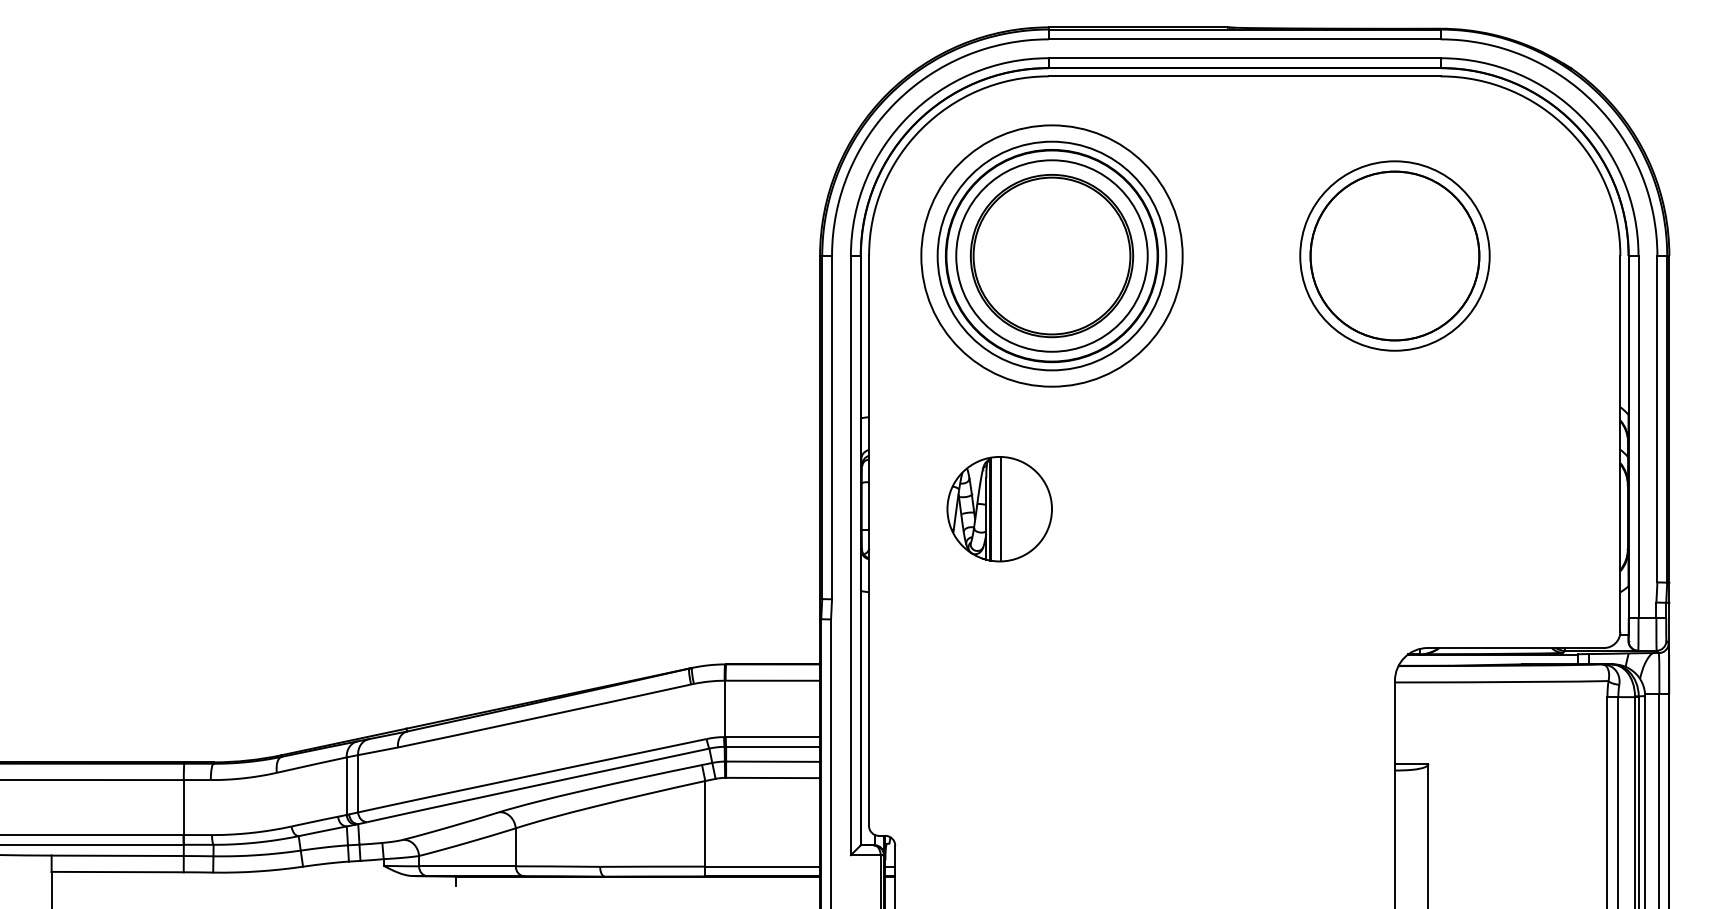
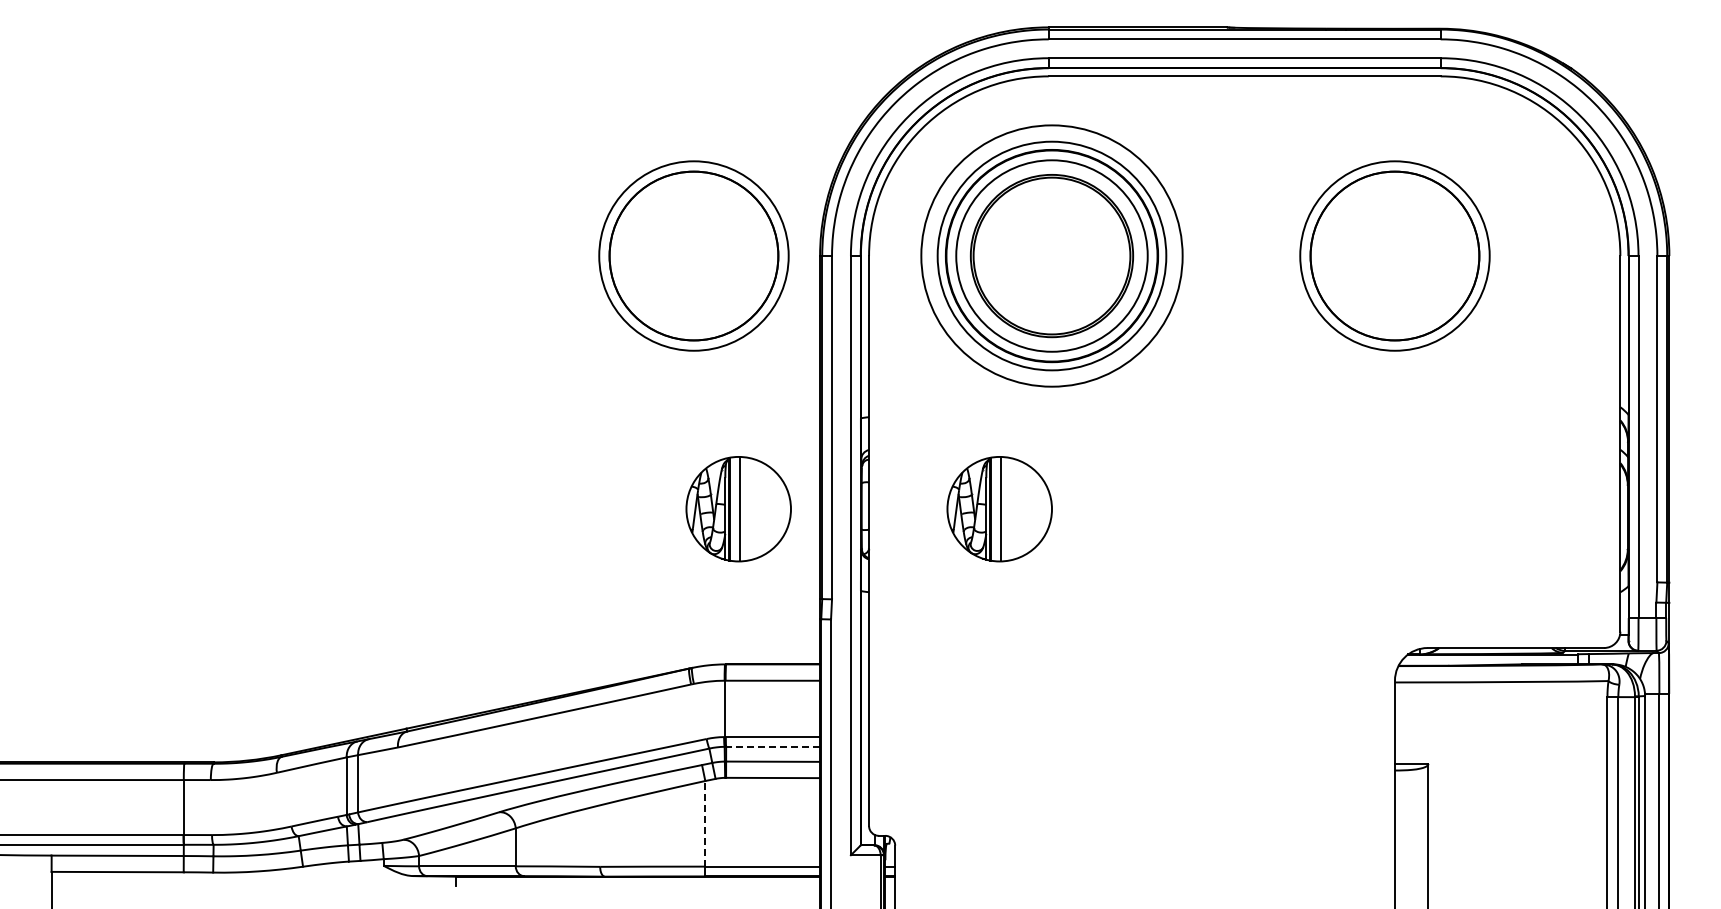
part at (693, 255): none -> present
part at (738, 509): none -> present
line at (773, 746): solid -> dashed
line at (705, 823): solid -> dashed
